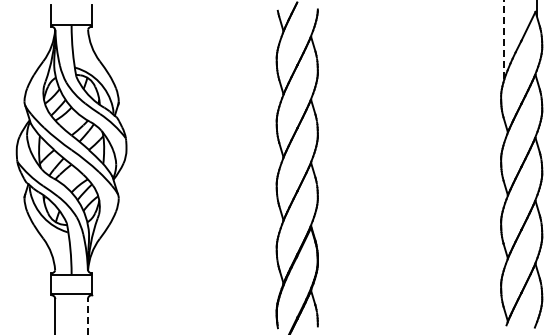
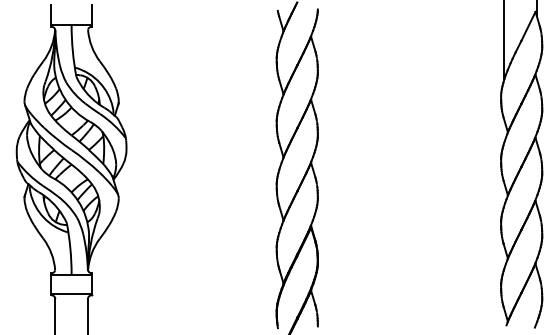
line at (504, 39): dashed -> solid
line at (87, 316): dashed -> solid
